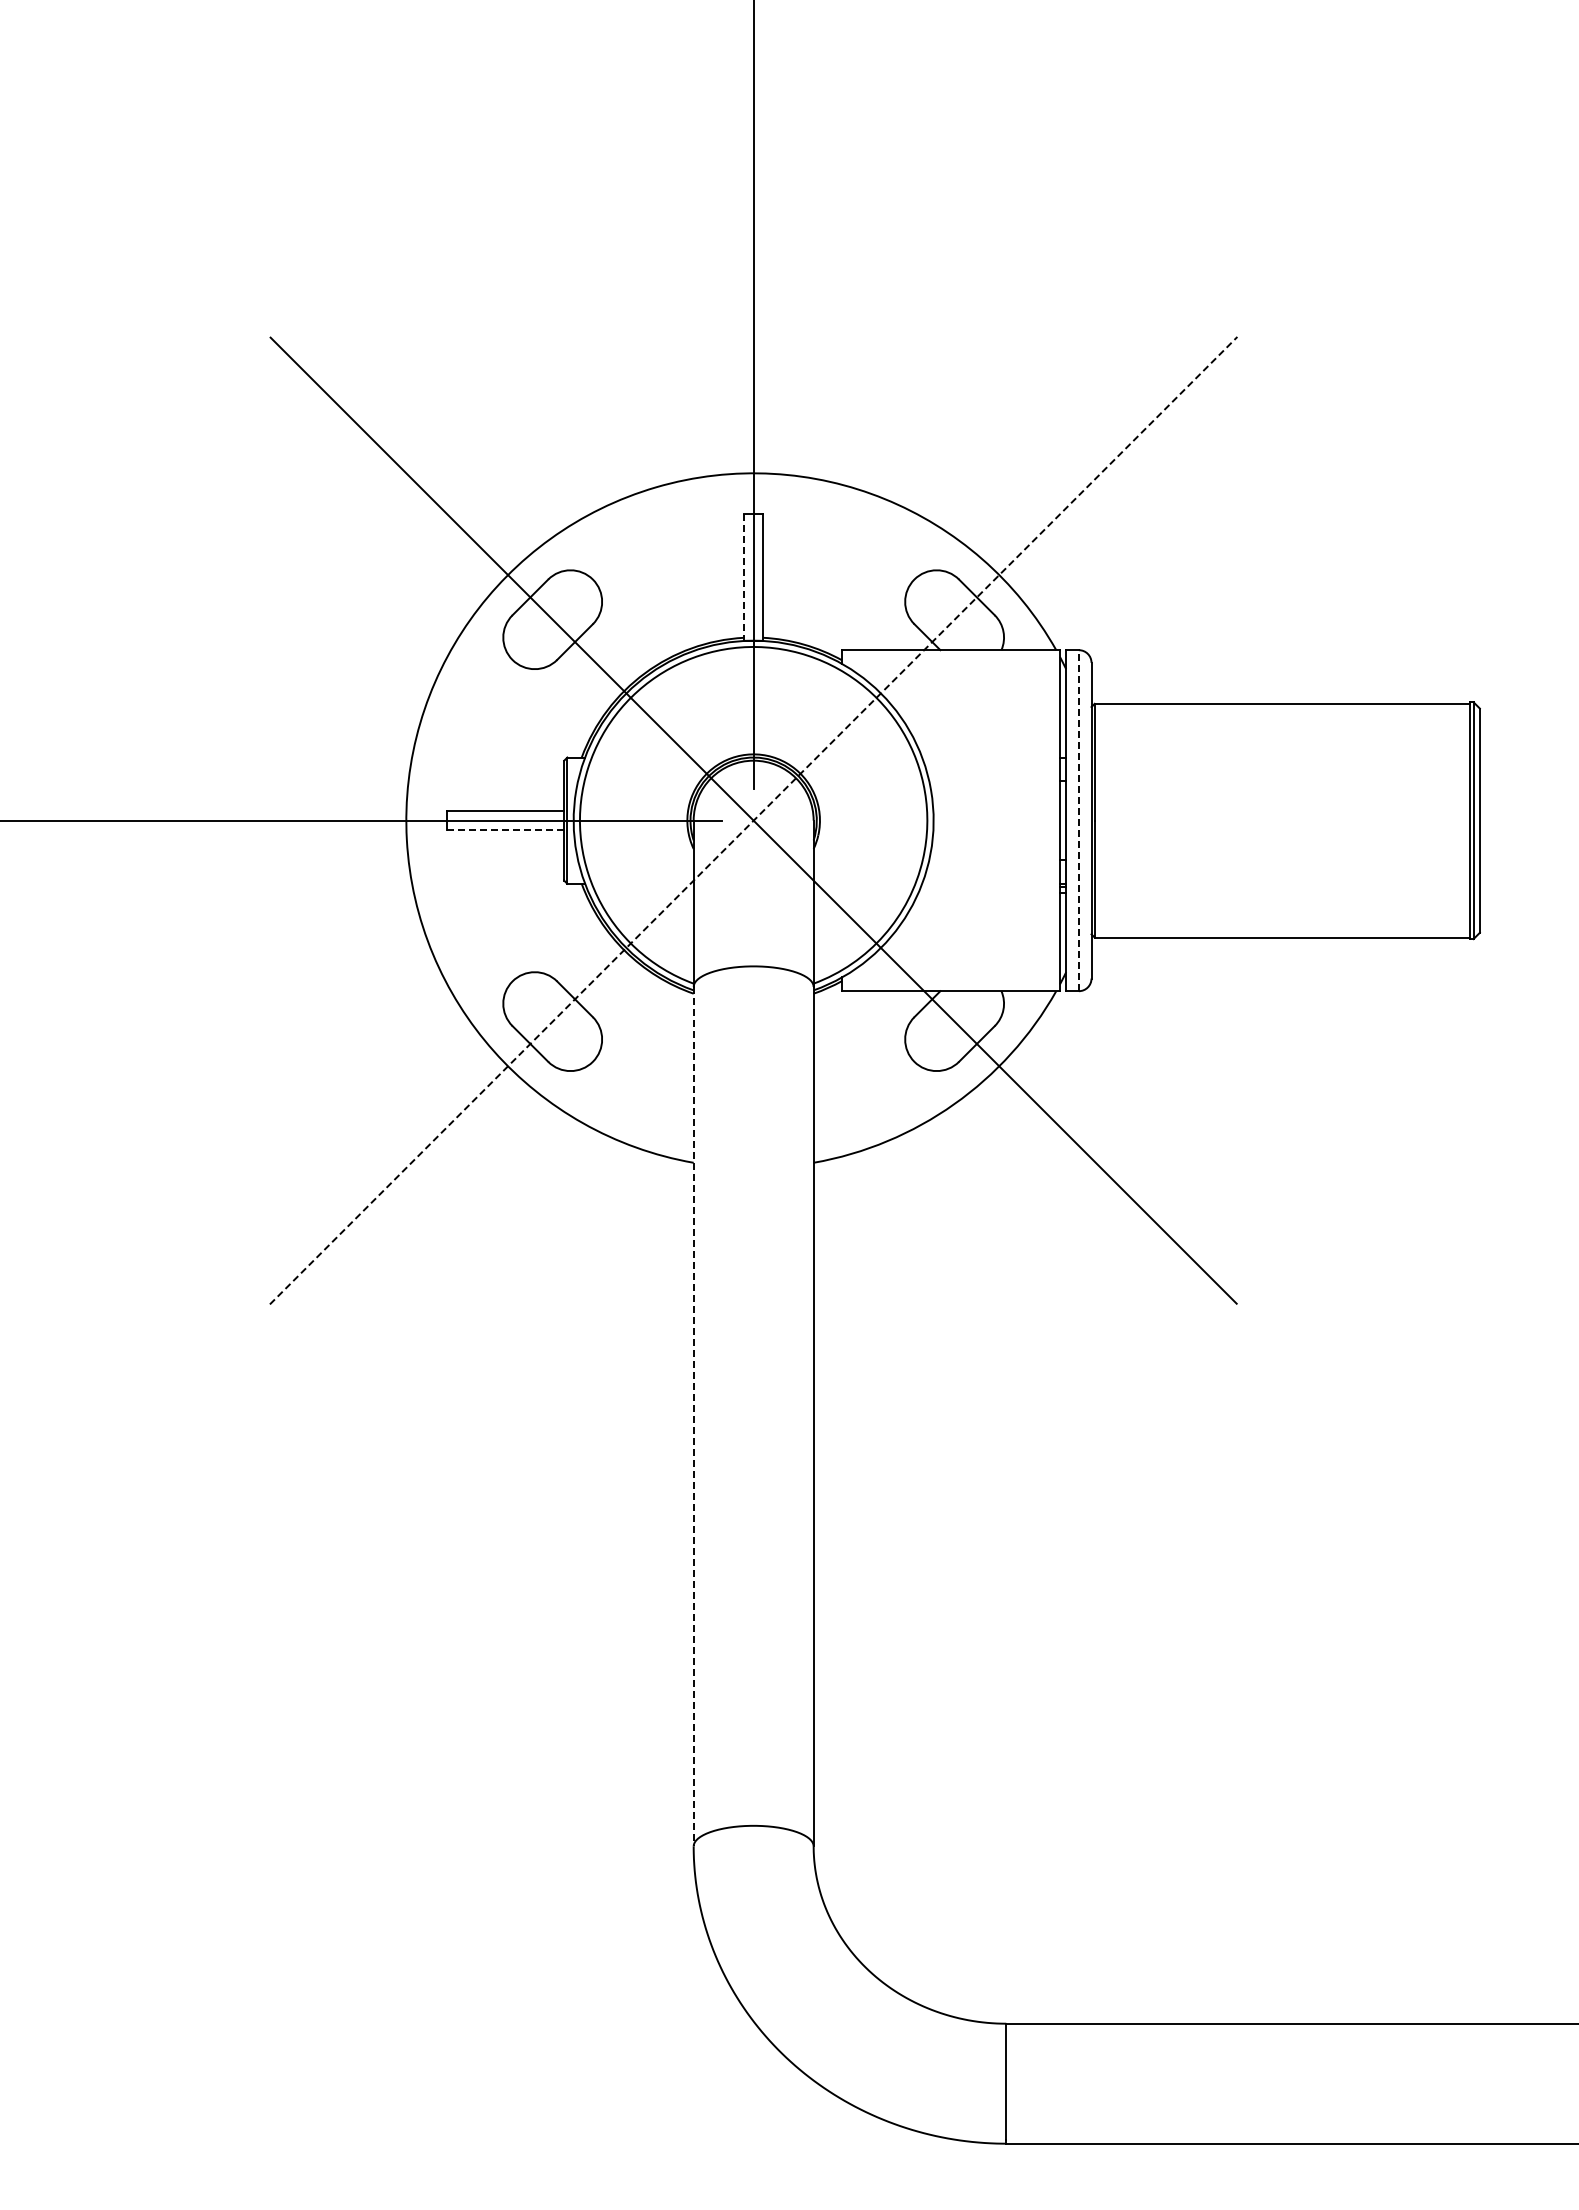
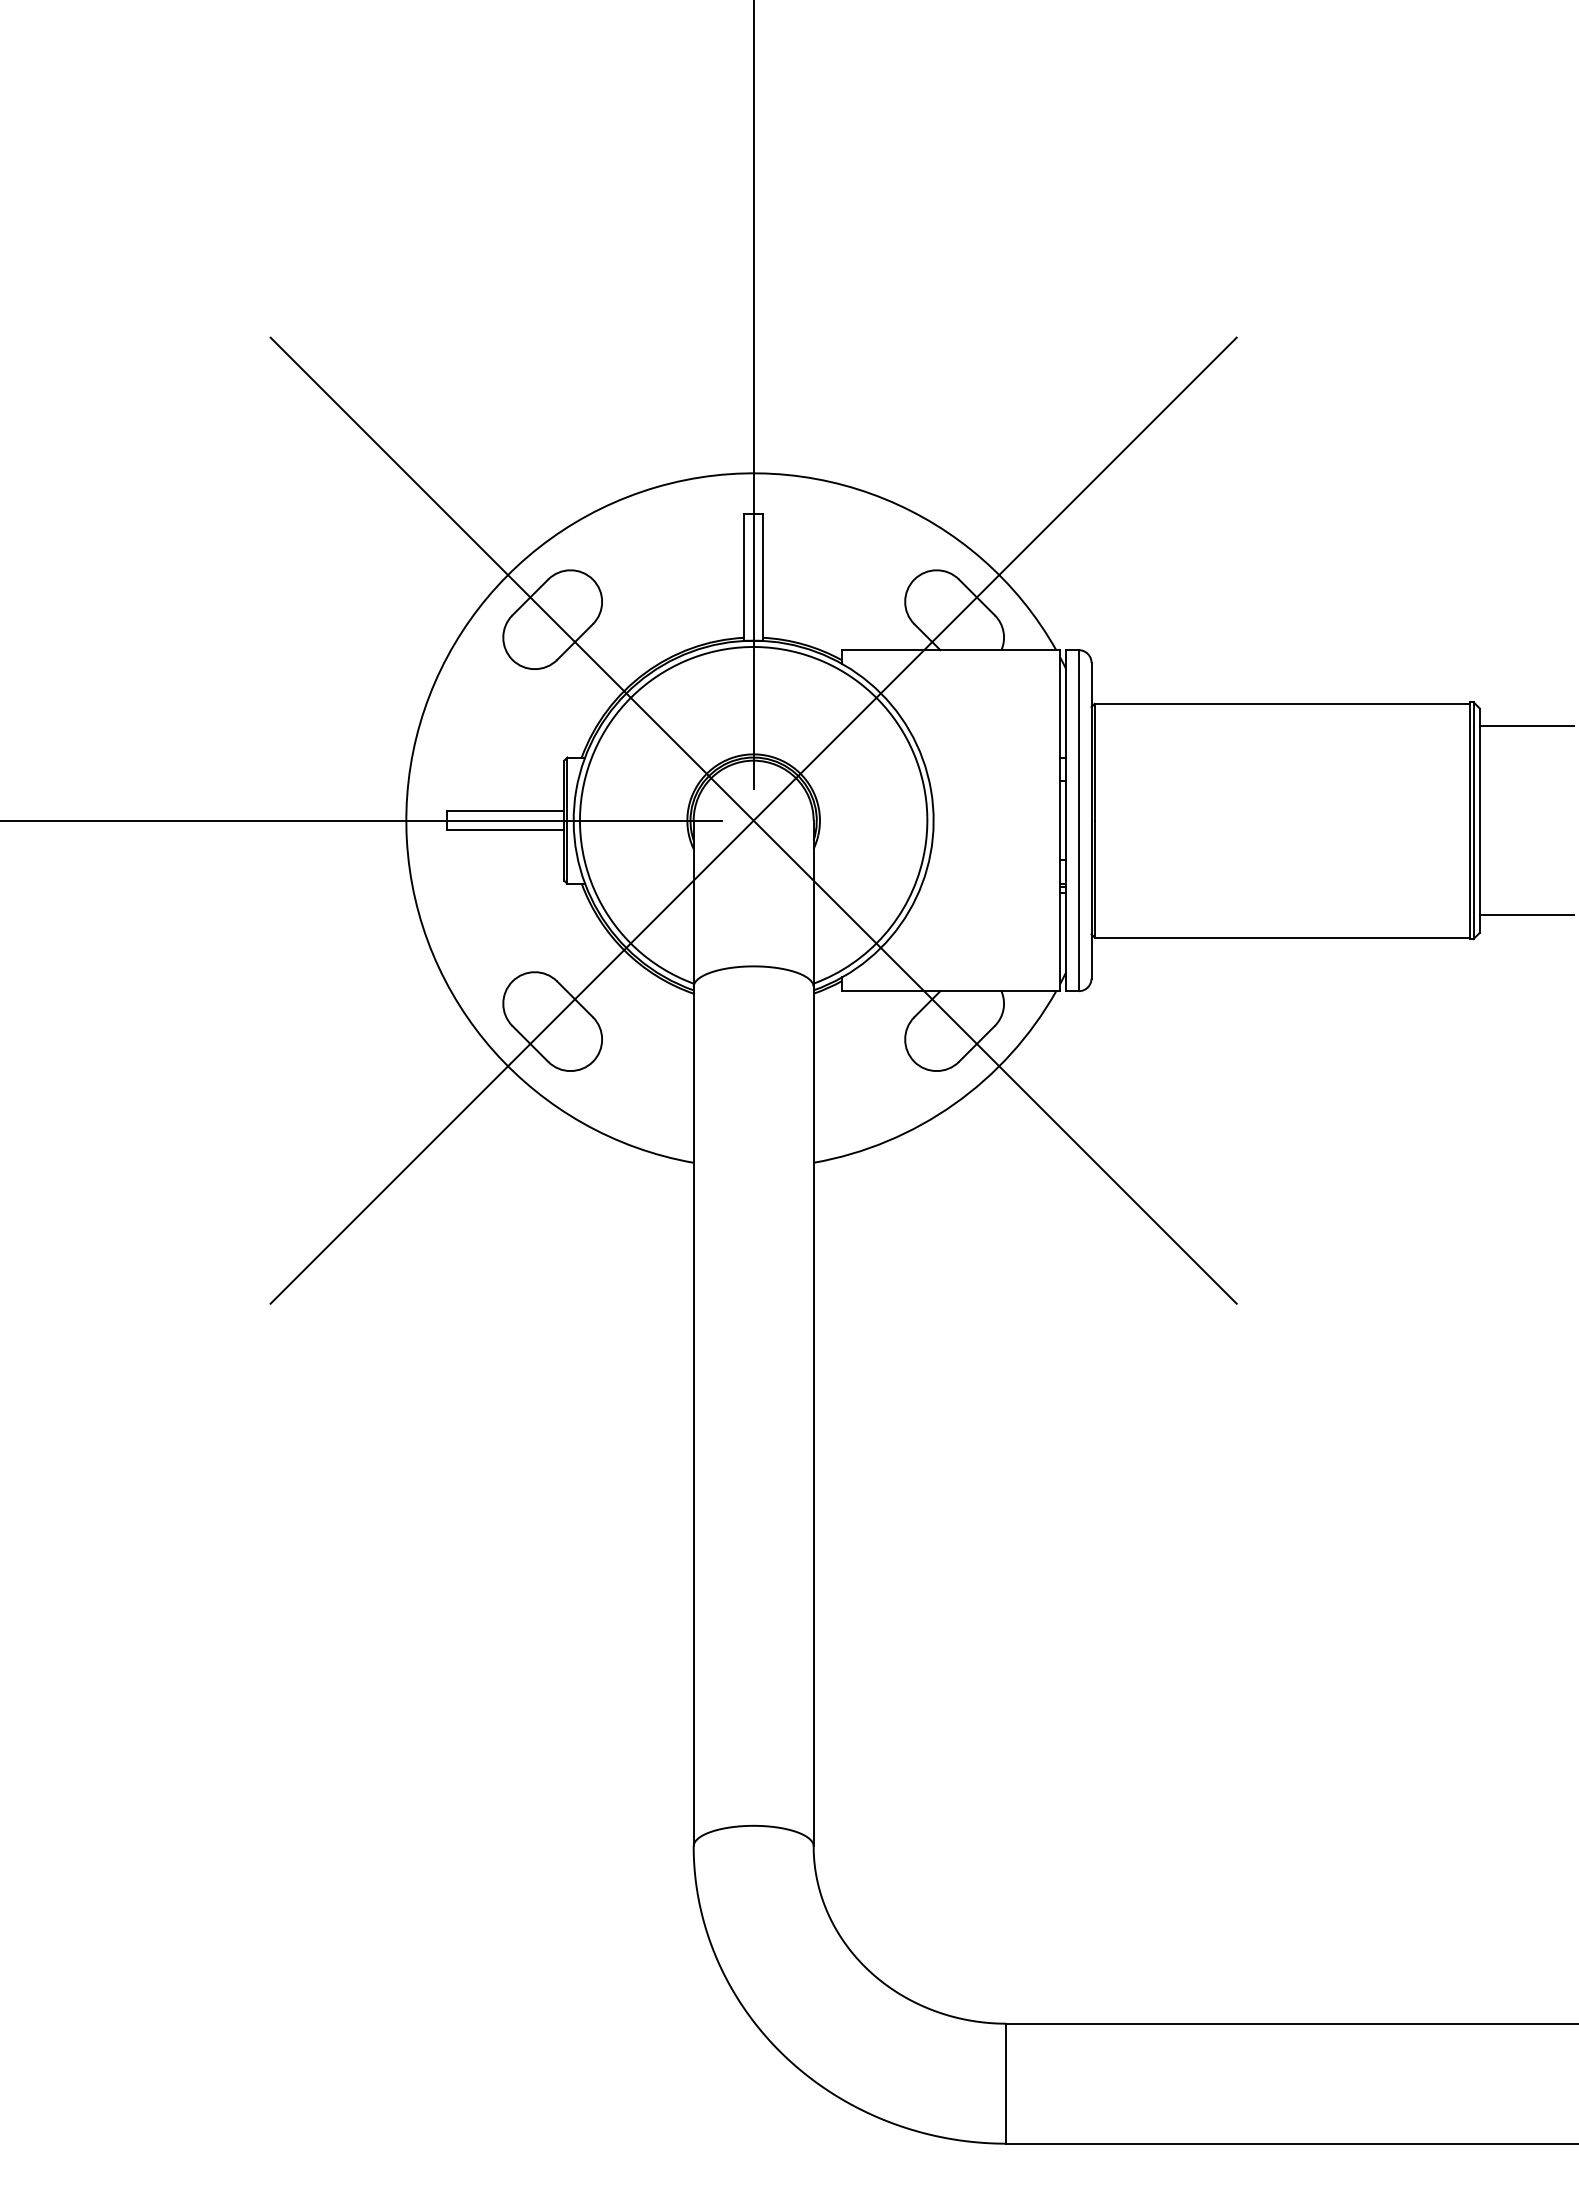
line at (744, 578): dashed -> solid
line at (1526, 725): none -> present
line at (754, 820): dashed -> solid
line at (1078, 820): dashed -> solid
line at (506, 830): dashed -> solid
line at (1526, 915): none -> present
line at (693, 1416): dashed -> solid
